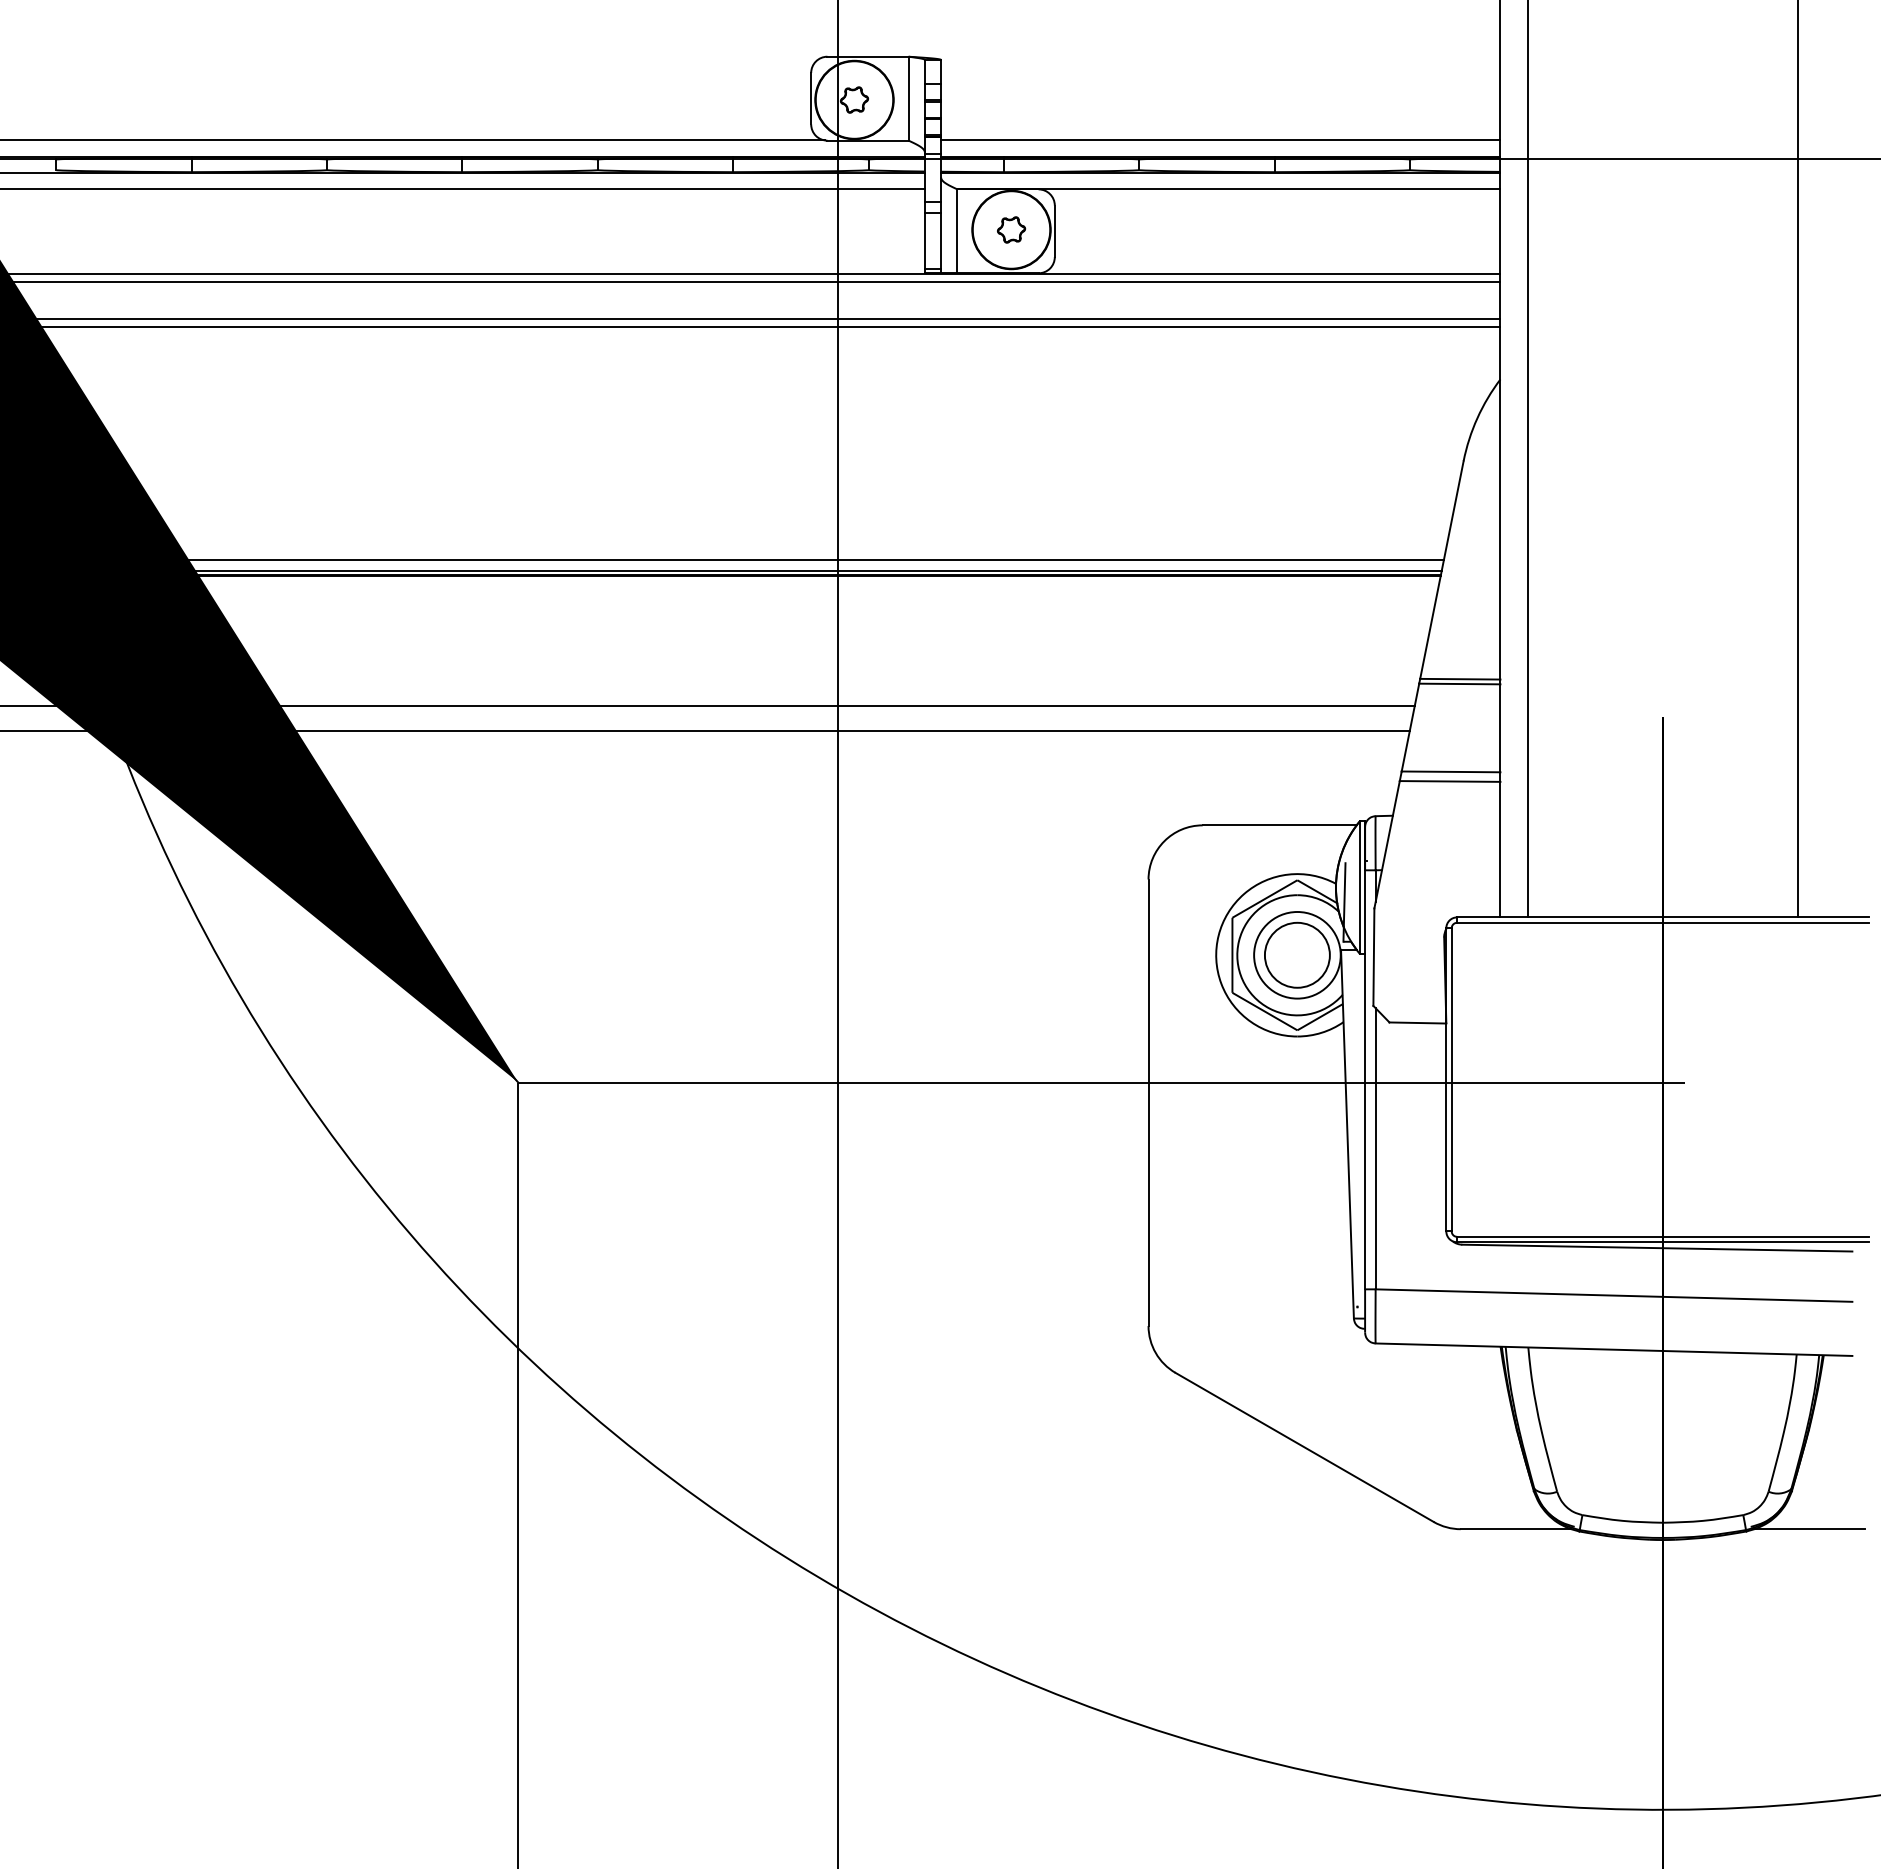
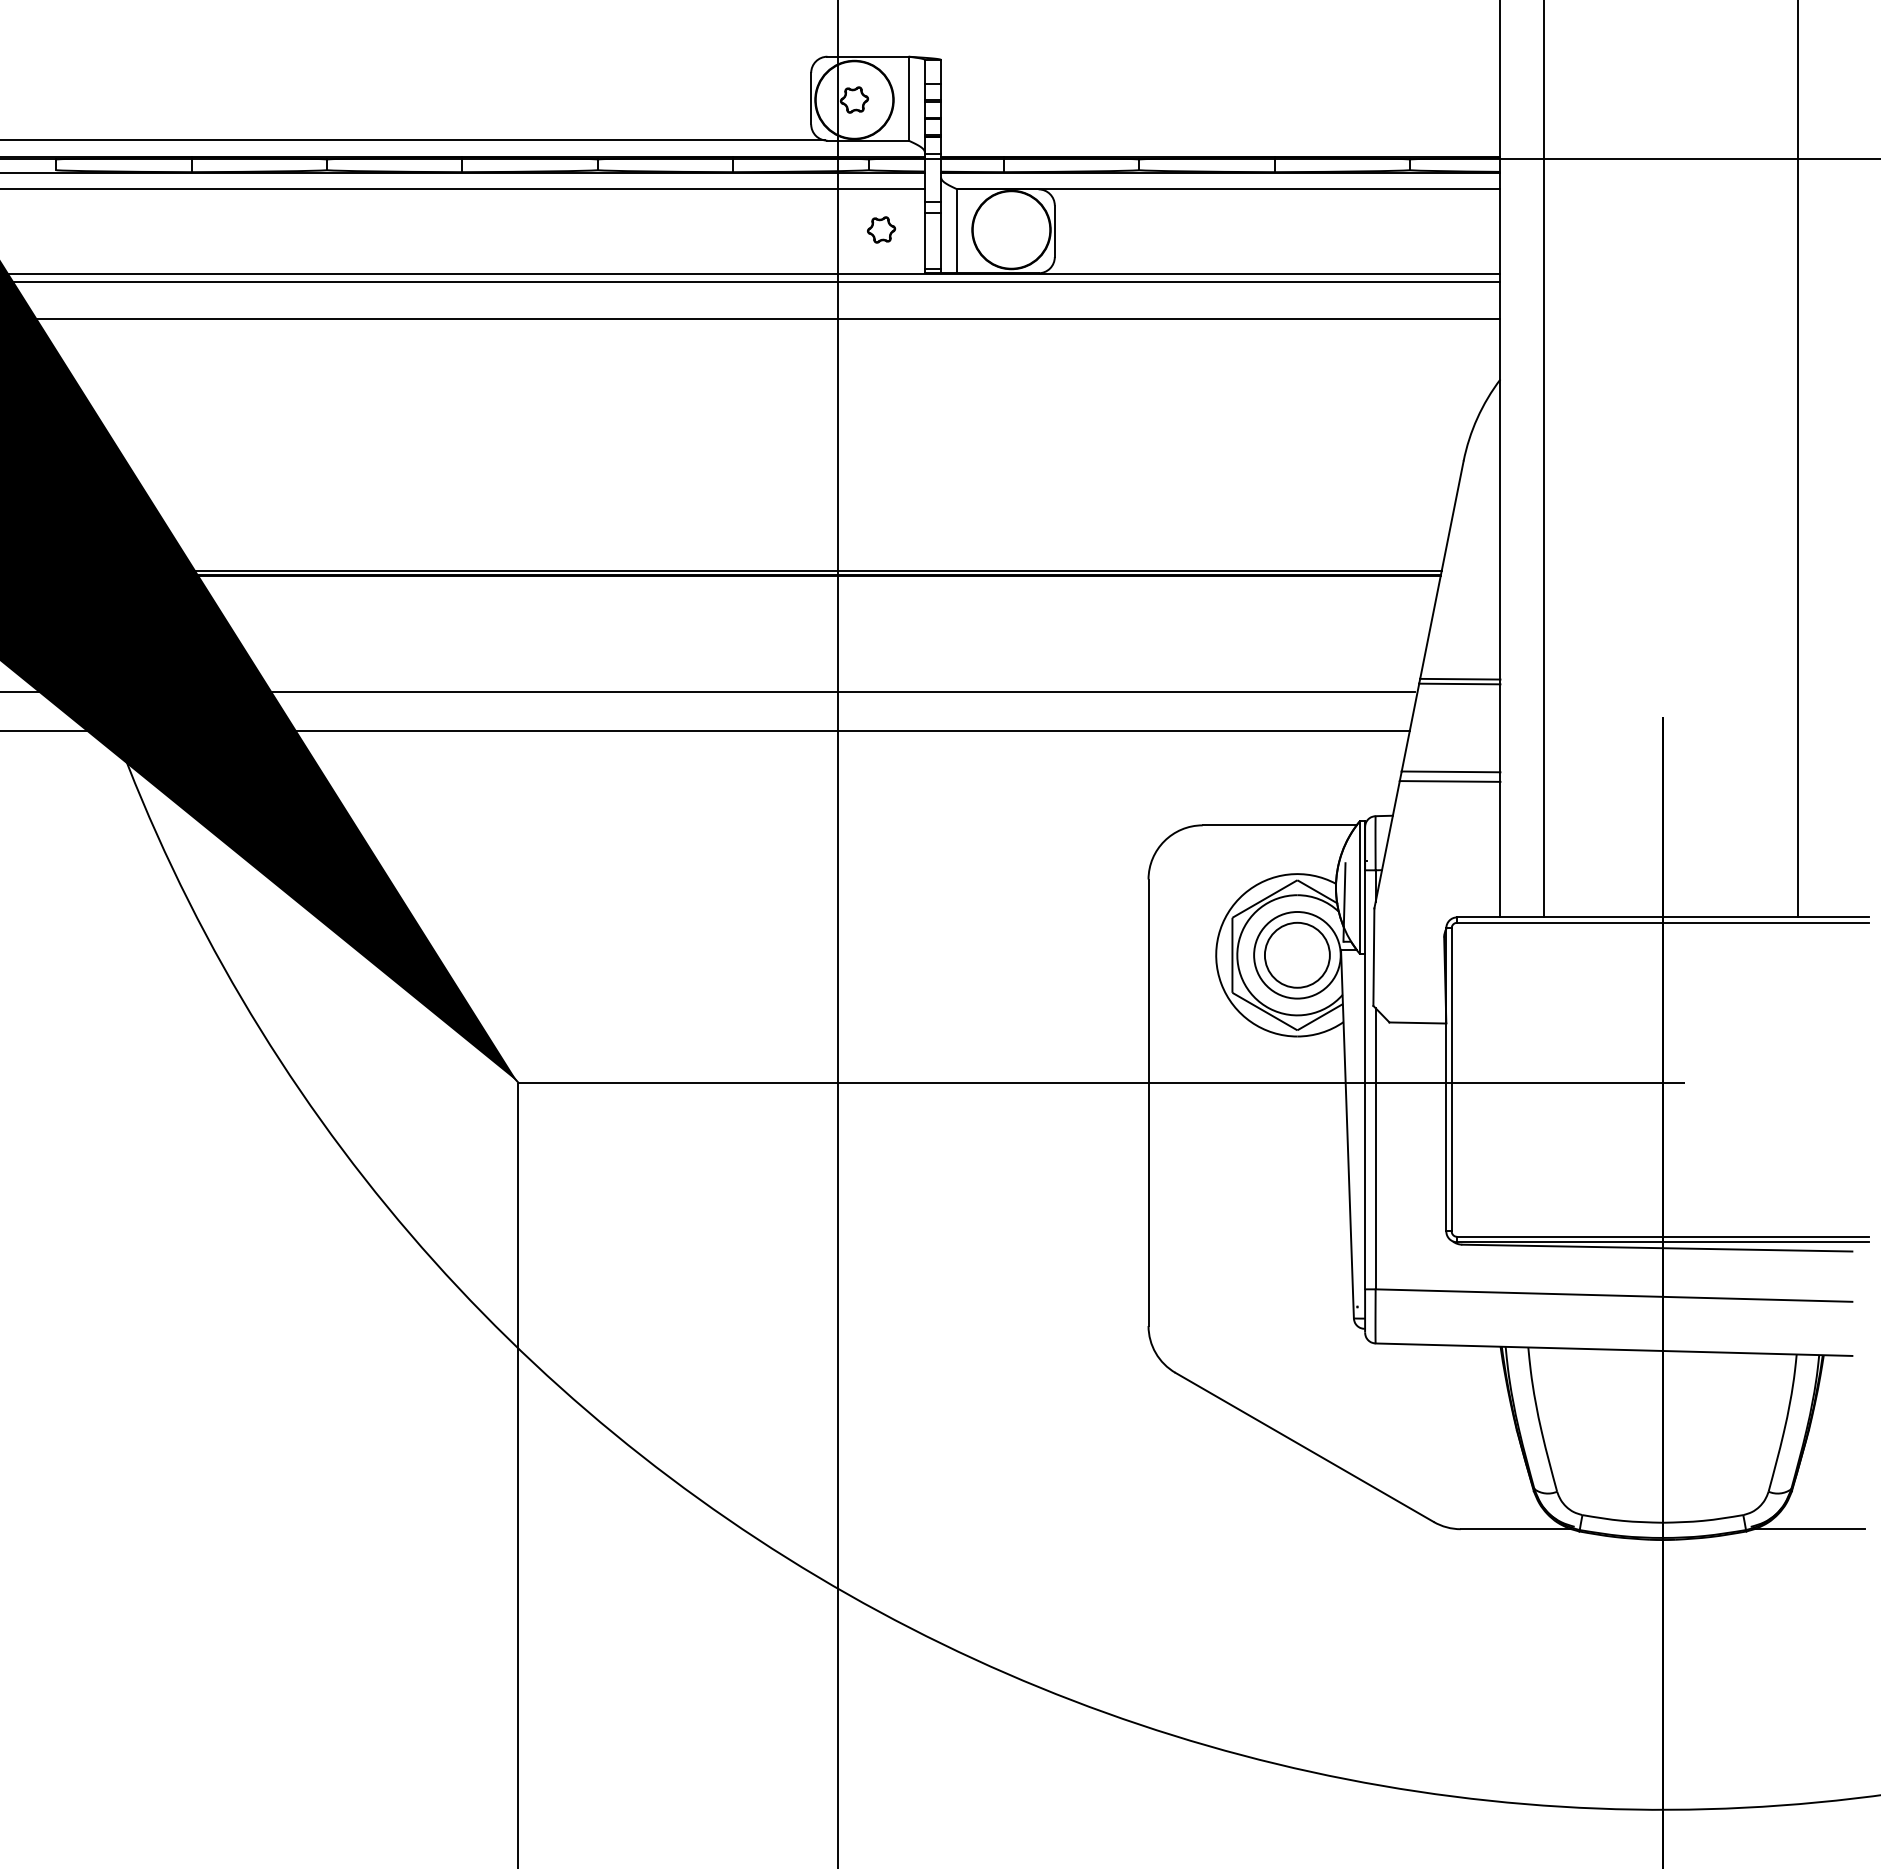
line at (1220, 140): present -> none
part at (1011, 229) position: (1011, 229) -> (881, 229)
line at (751, 327): present -> none
line at (1527, 459) position: (1527, 459) -> (1543, 459)
line at (722, 560): present -> none
line at (708, 706) position: (708, 706) -> (708, 692)
